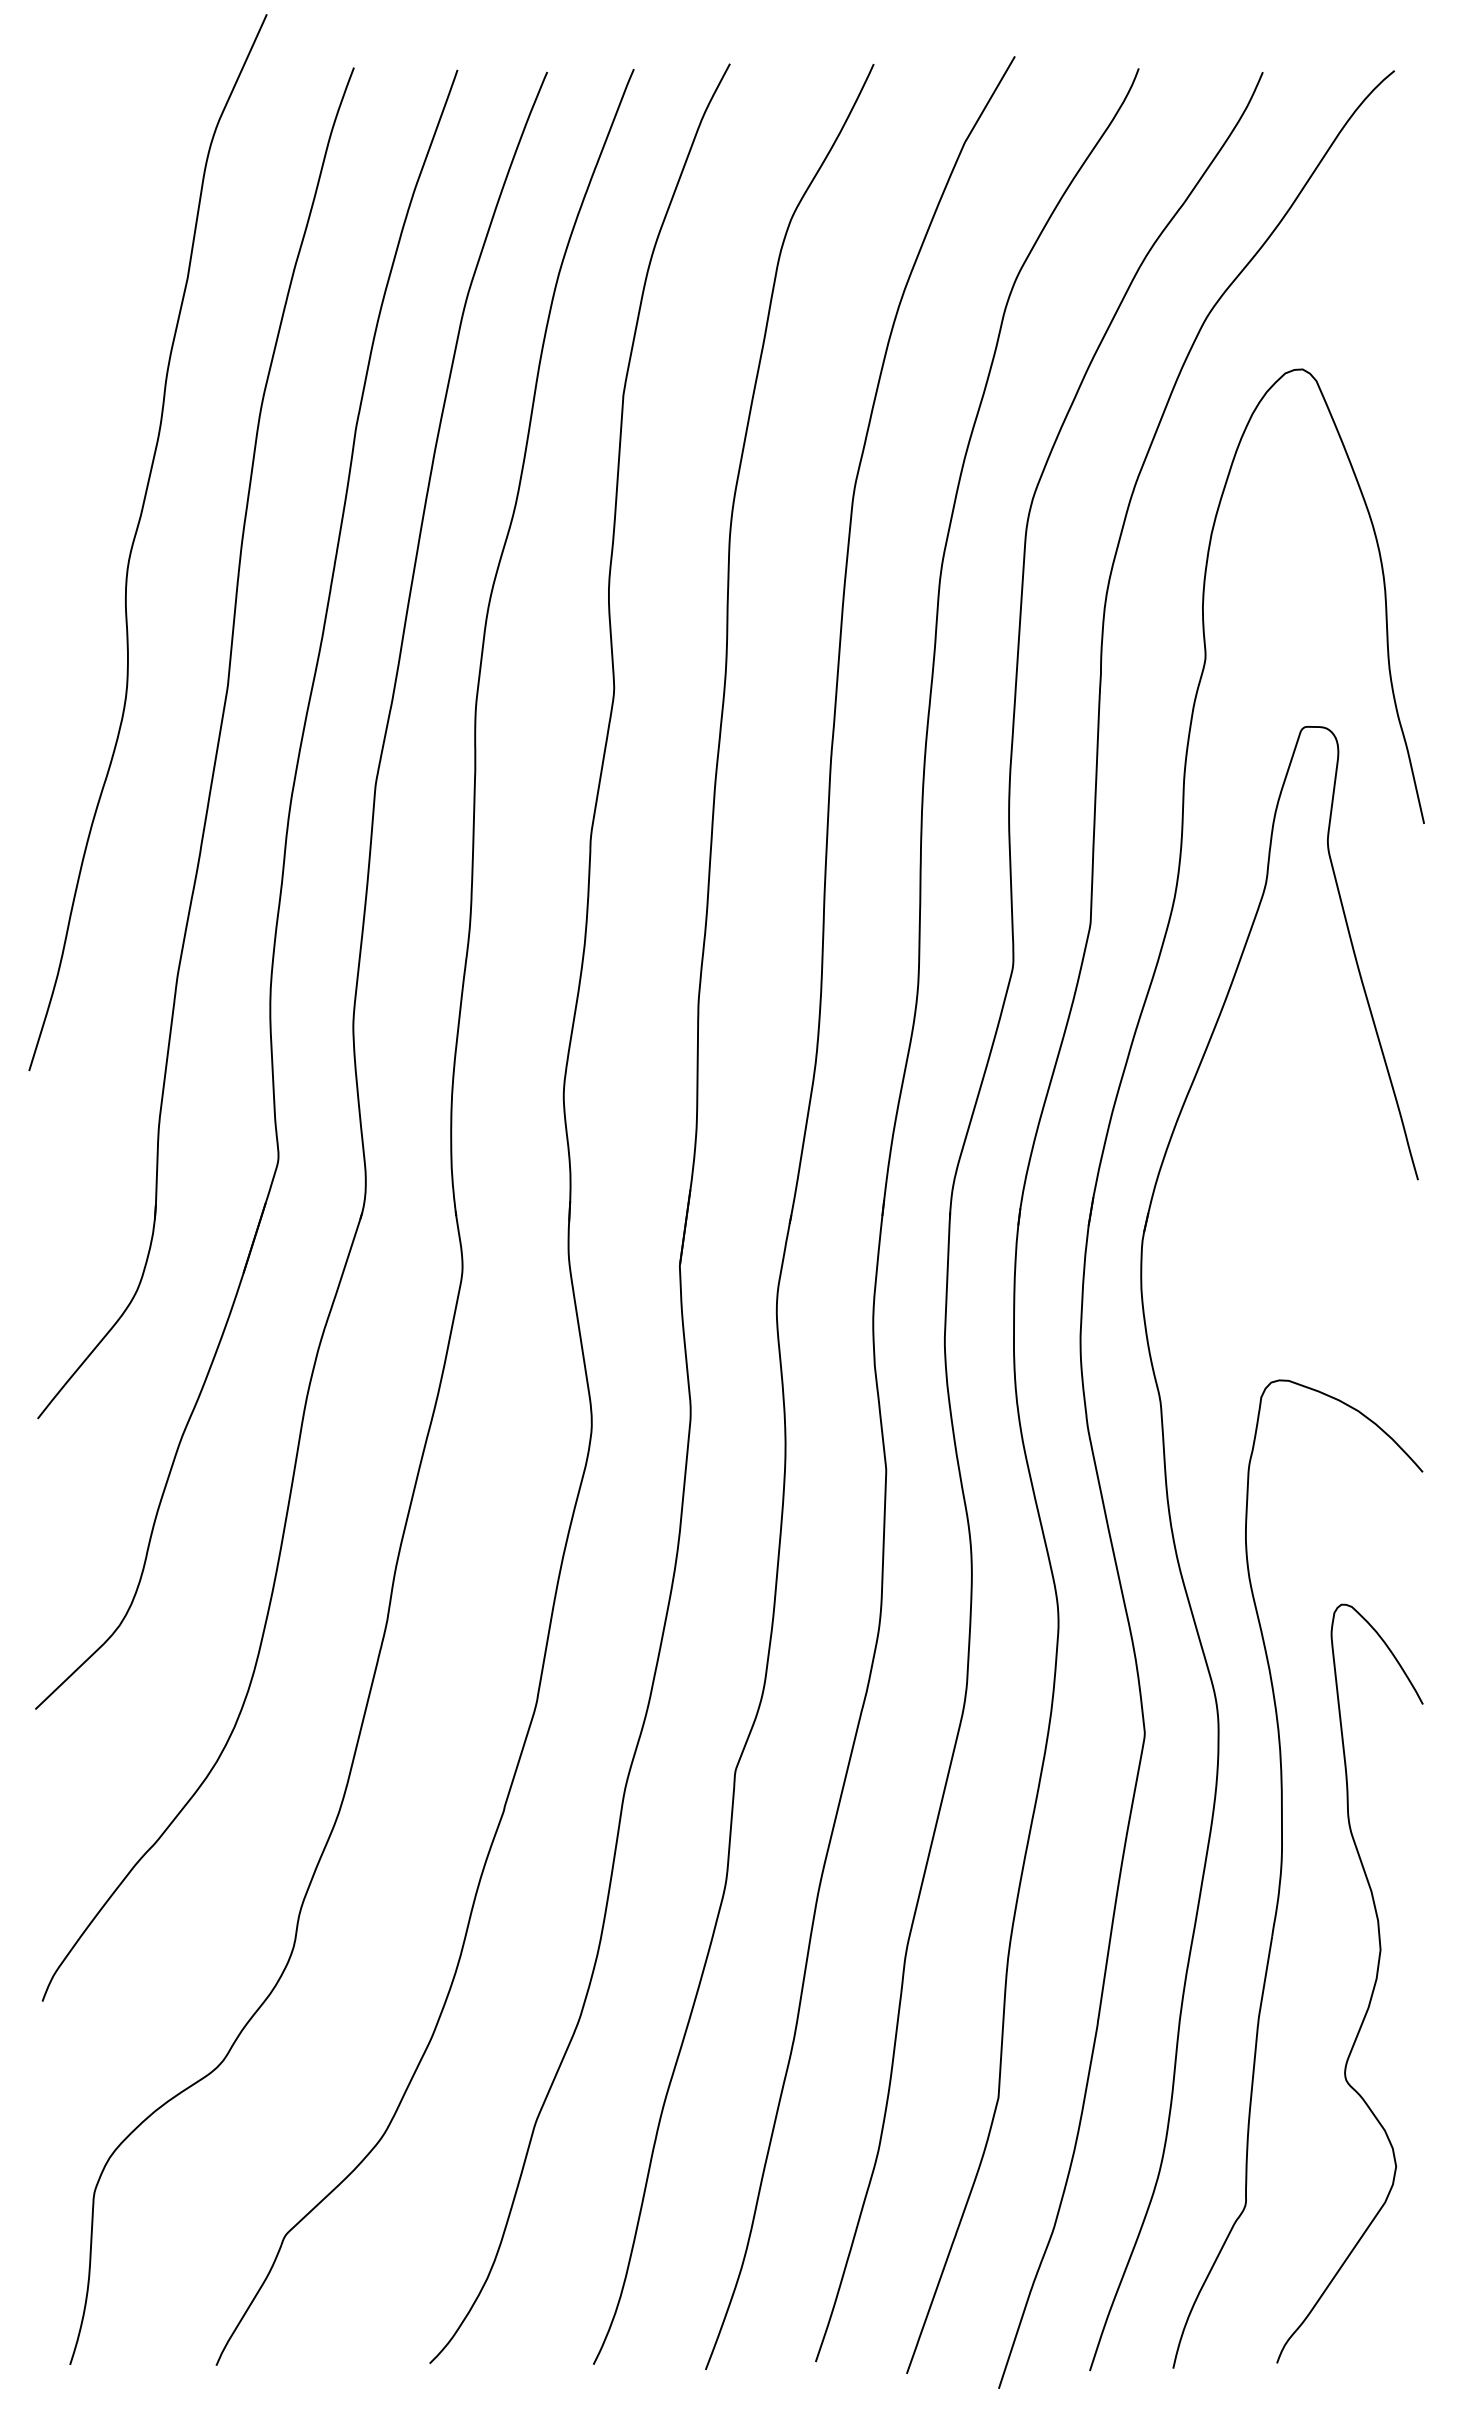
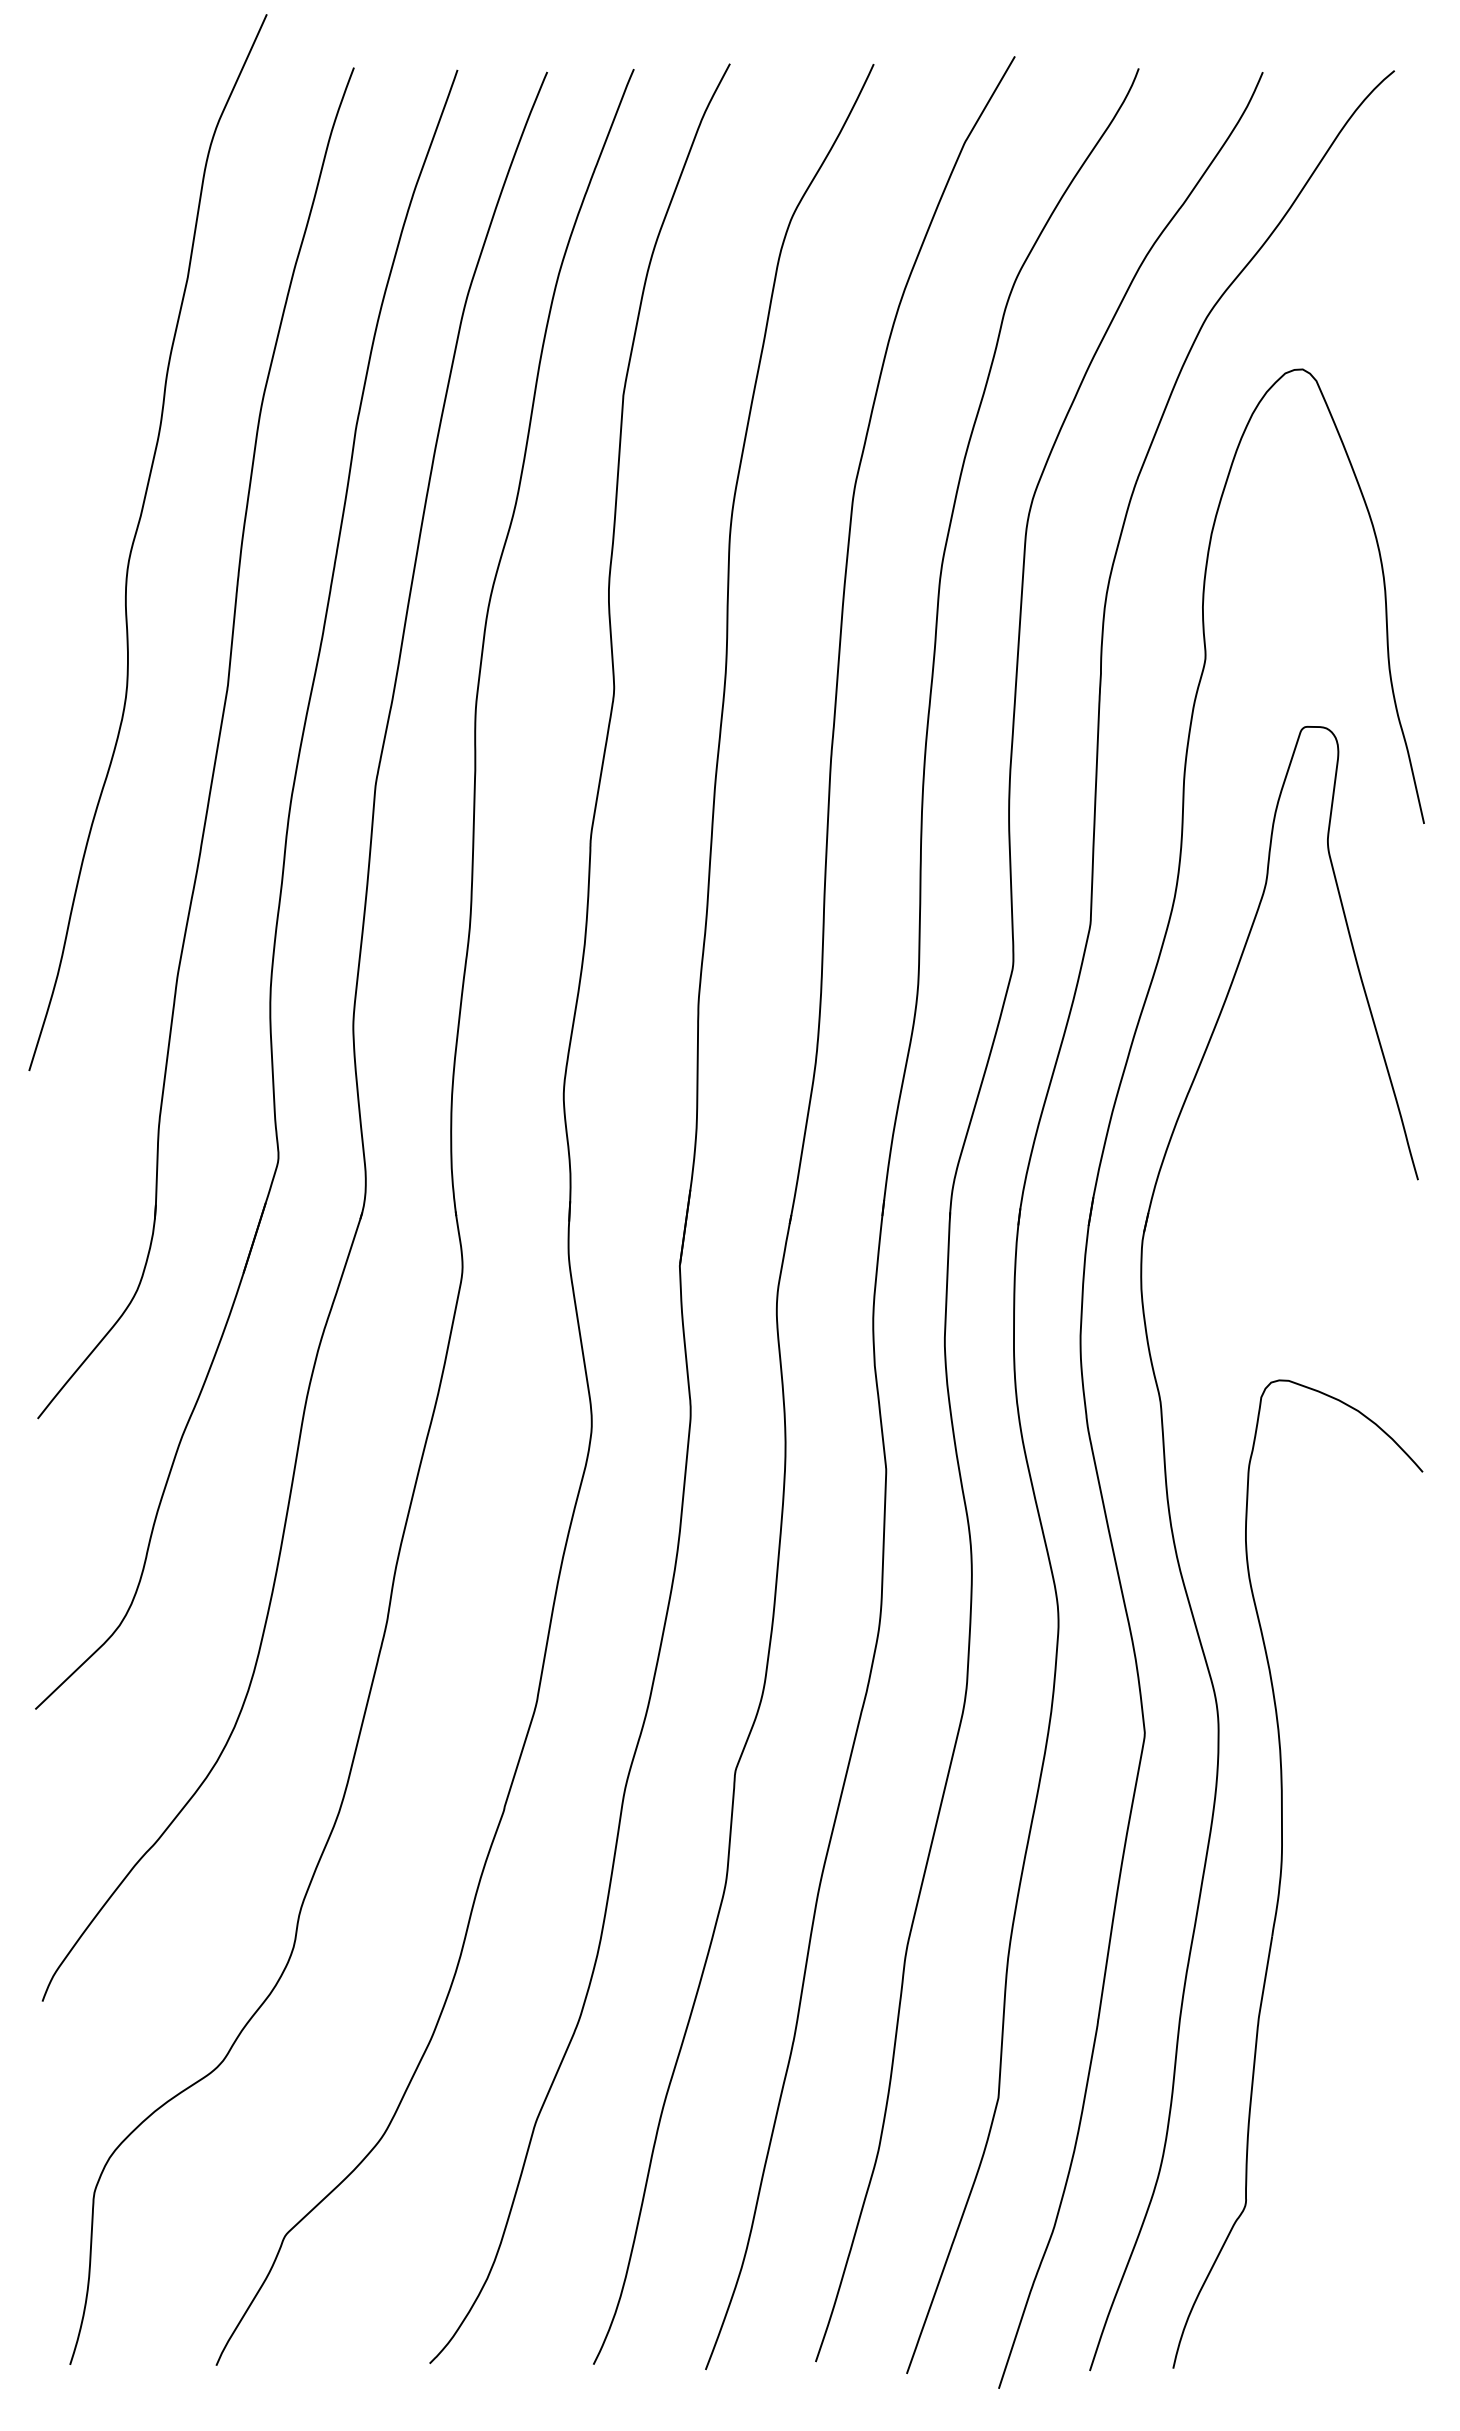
curve at (1372, 1989): present -> none
